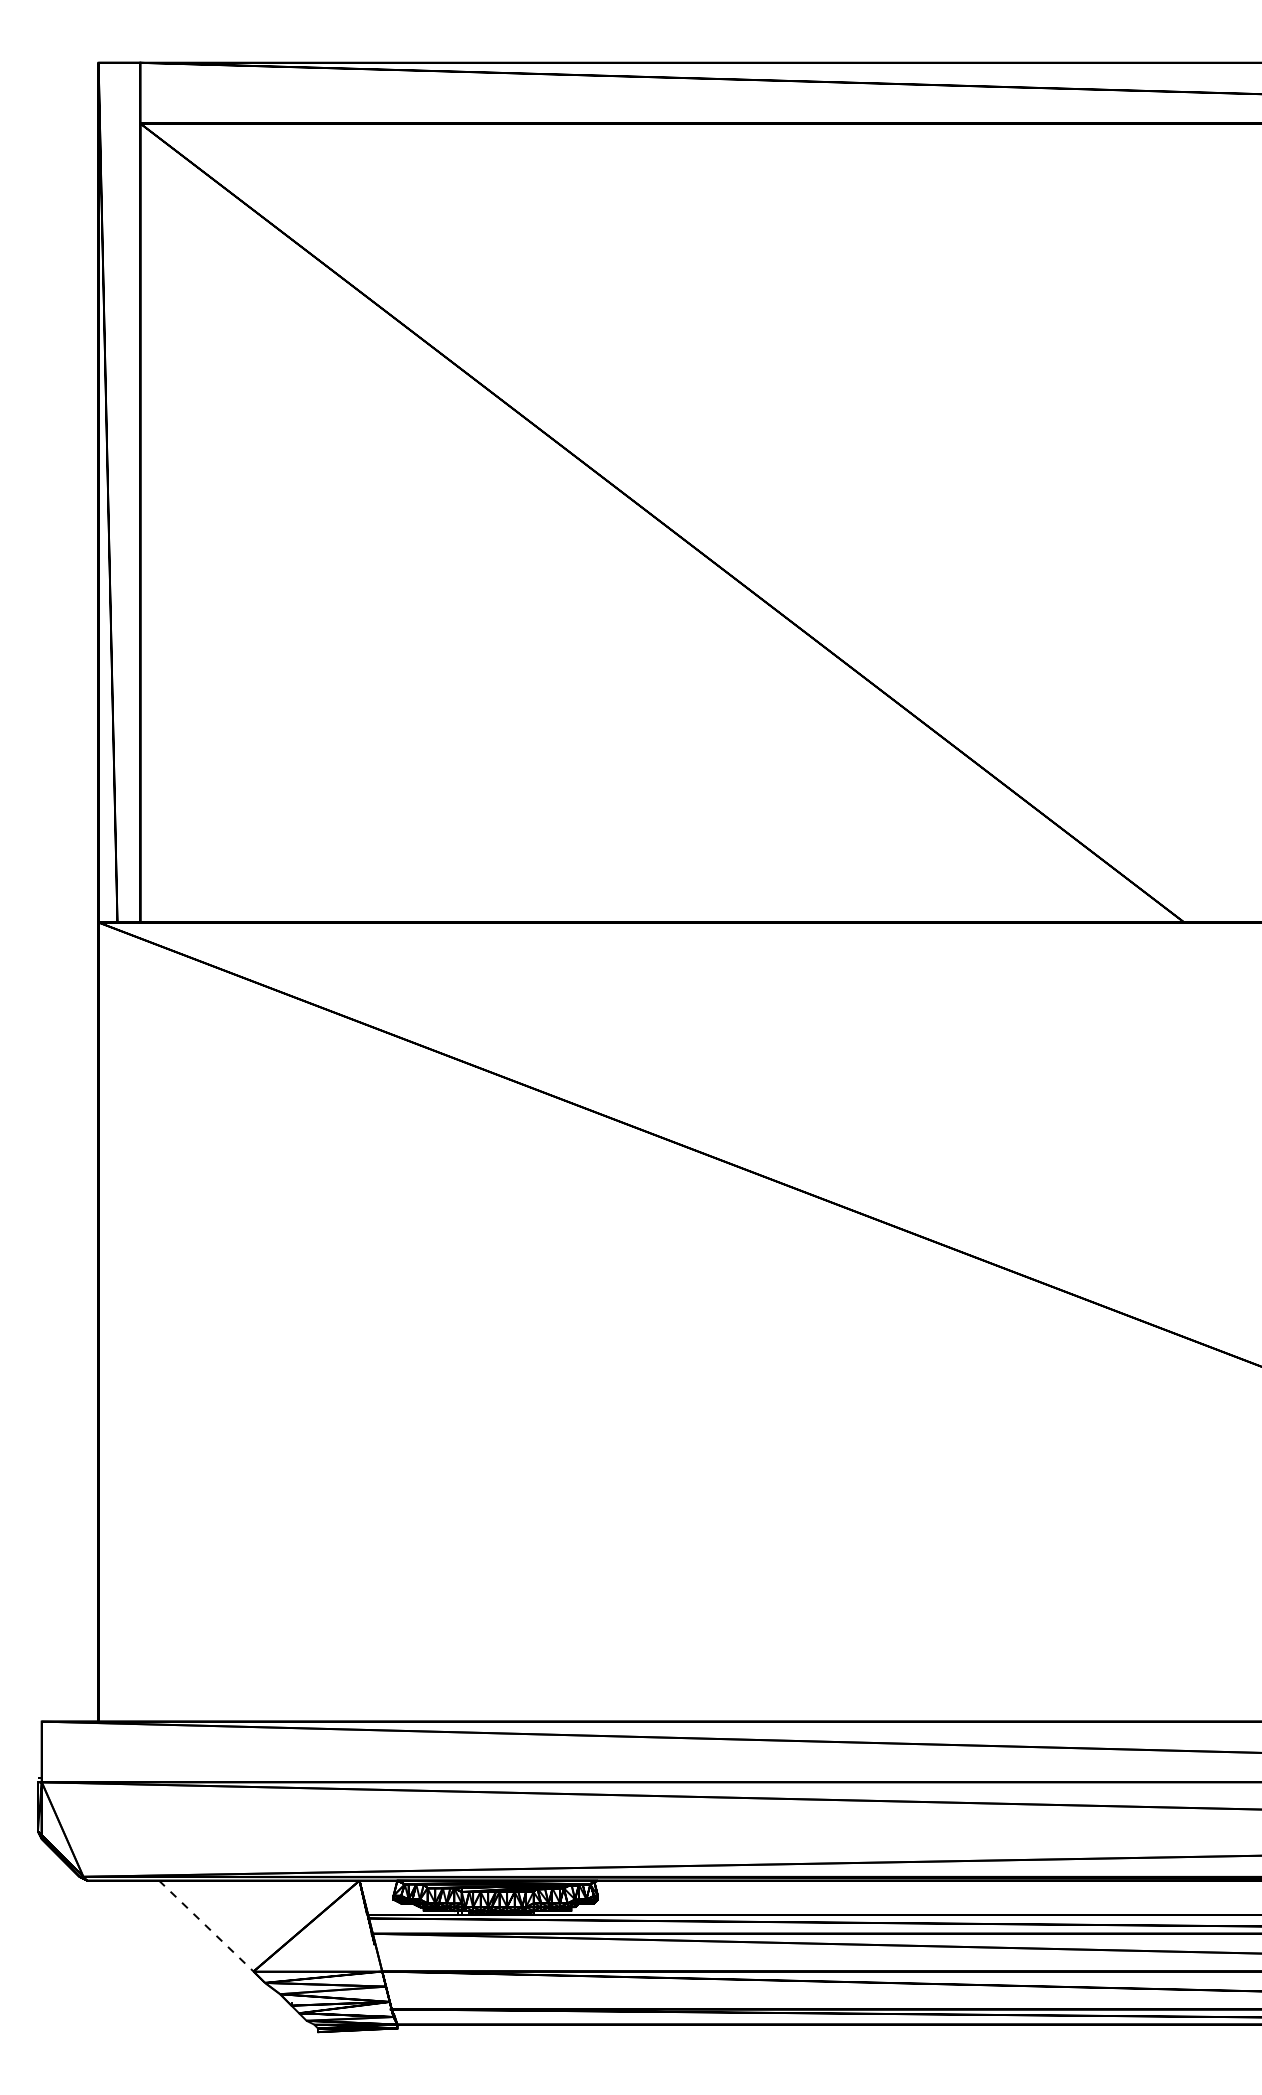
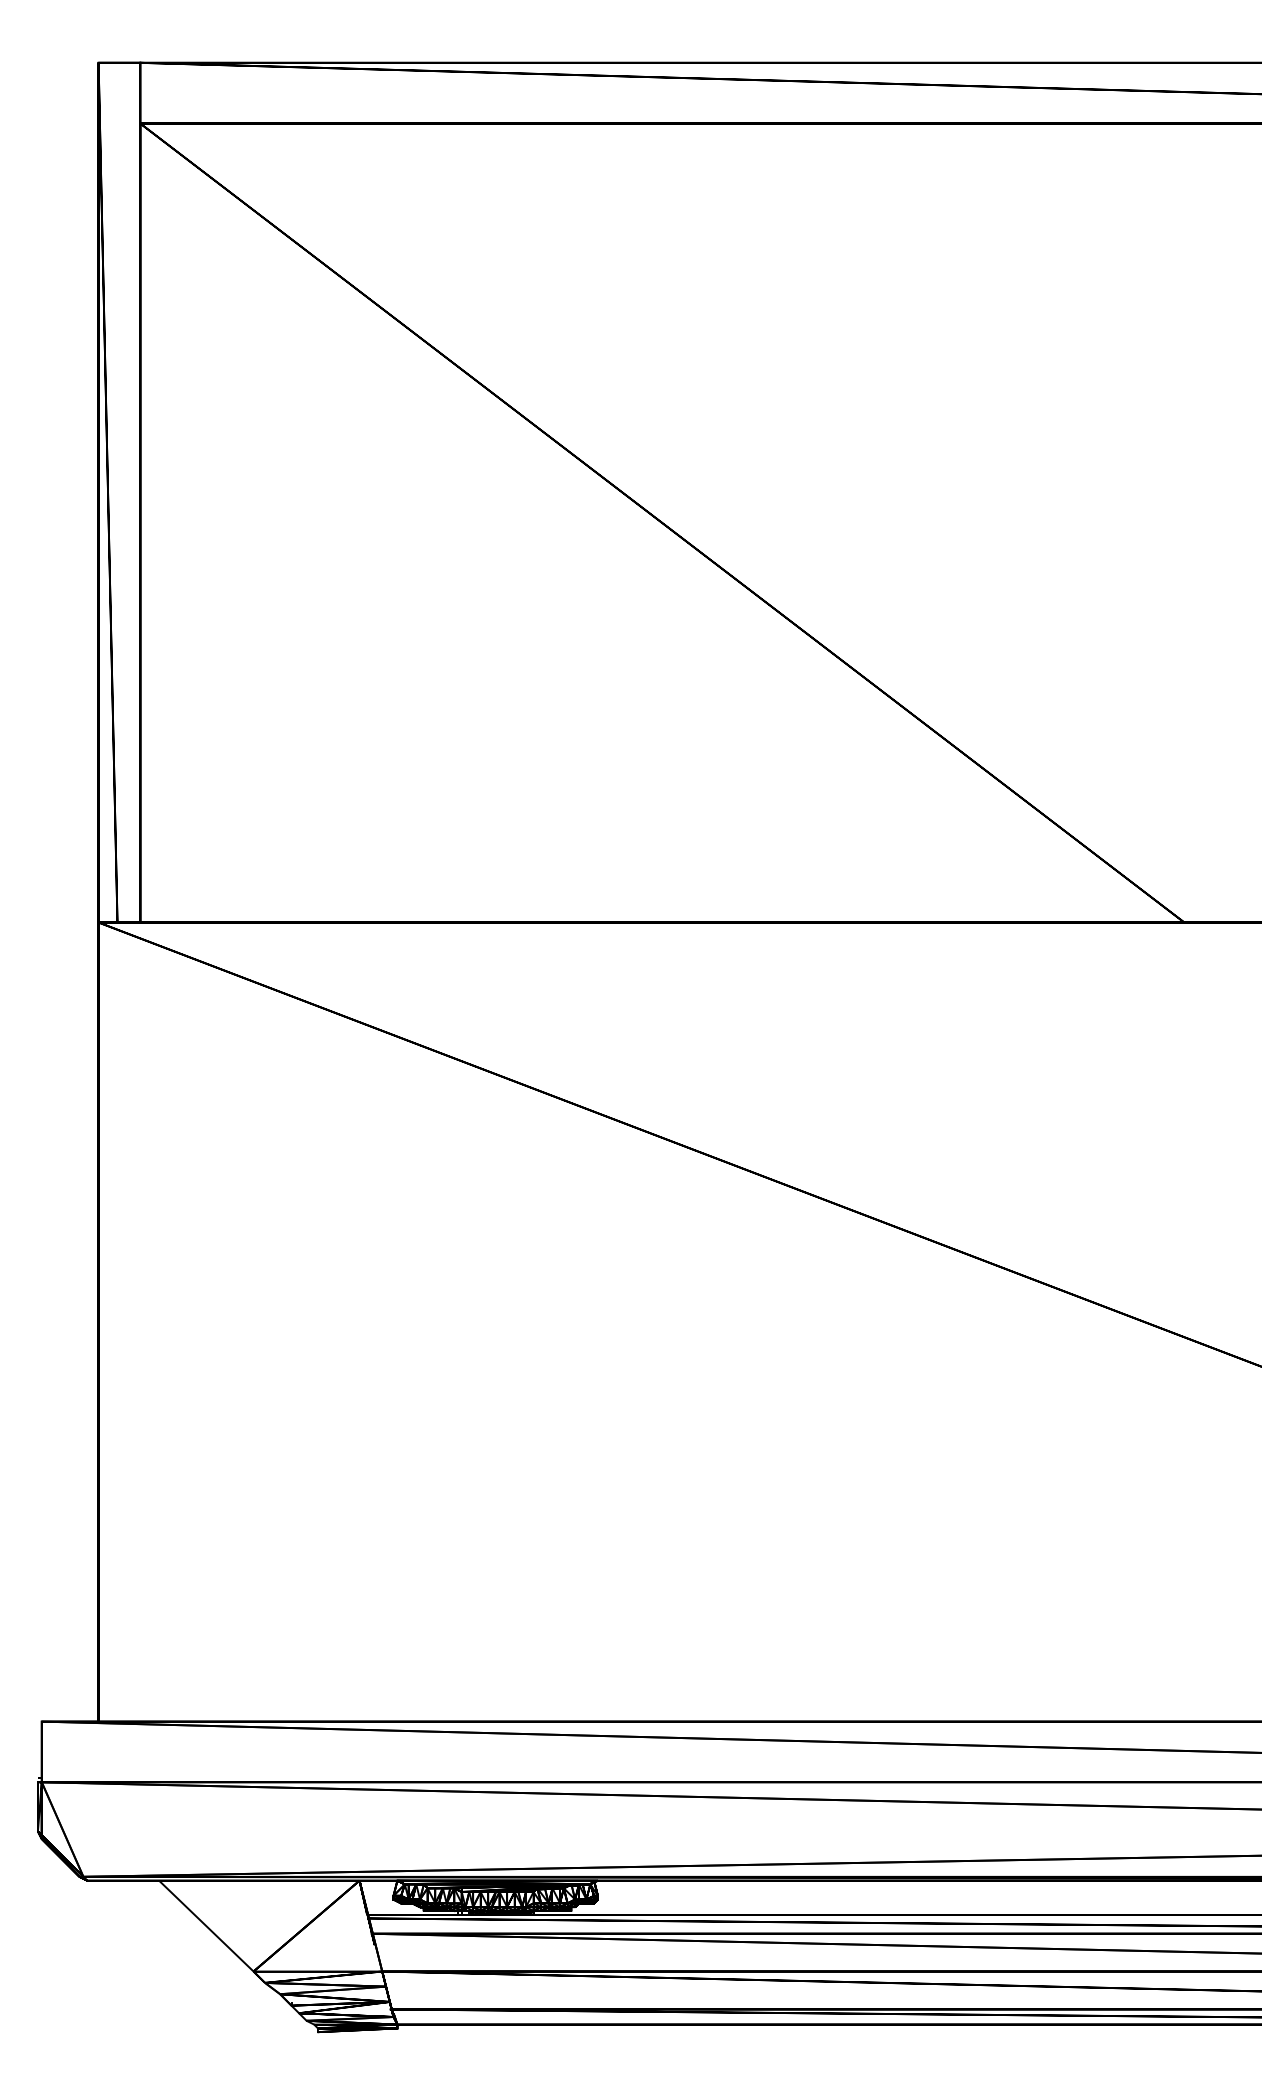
line at (206, 1926): dashed -> solid
